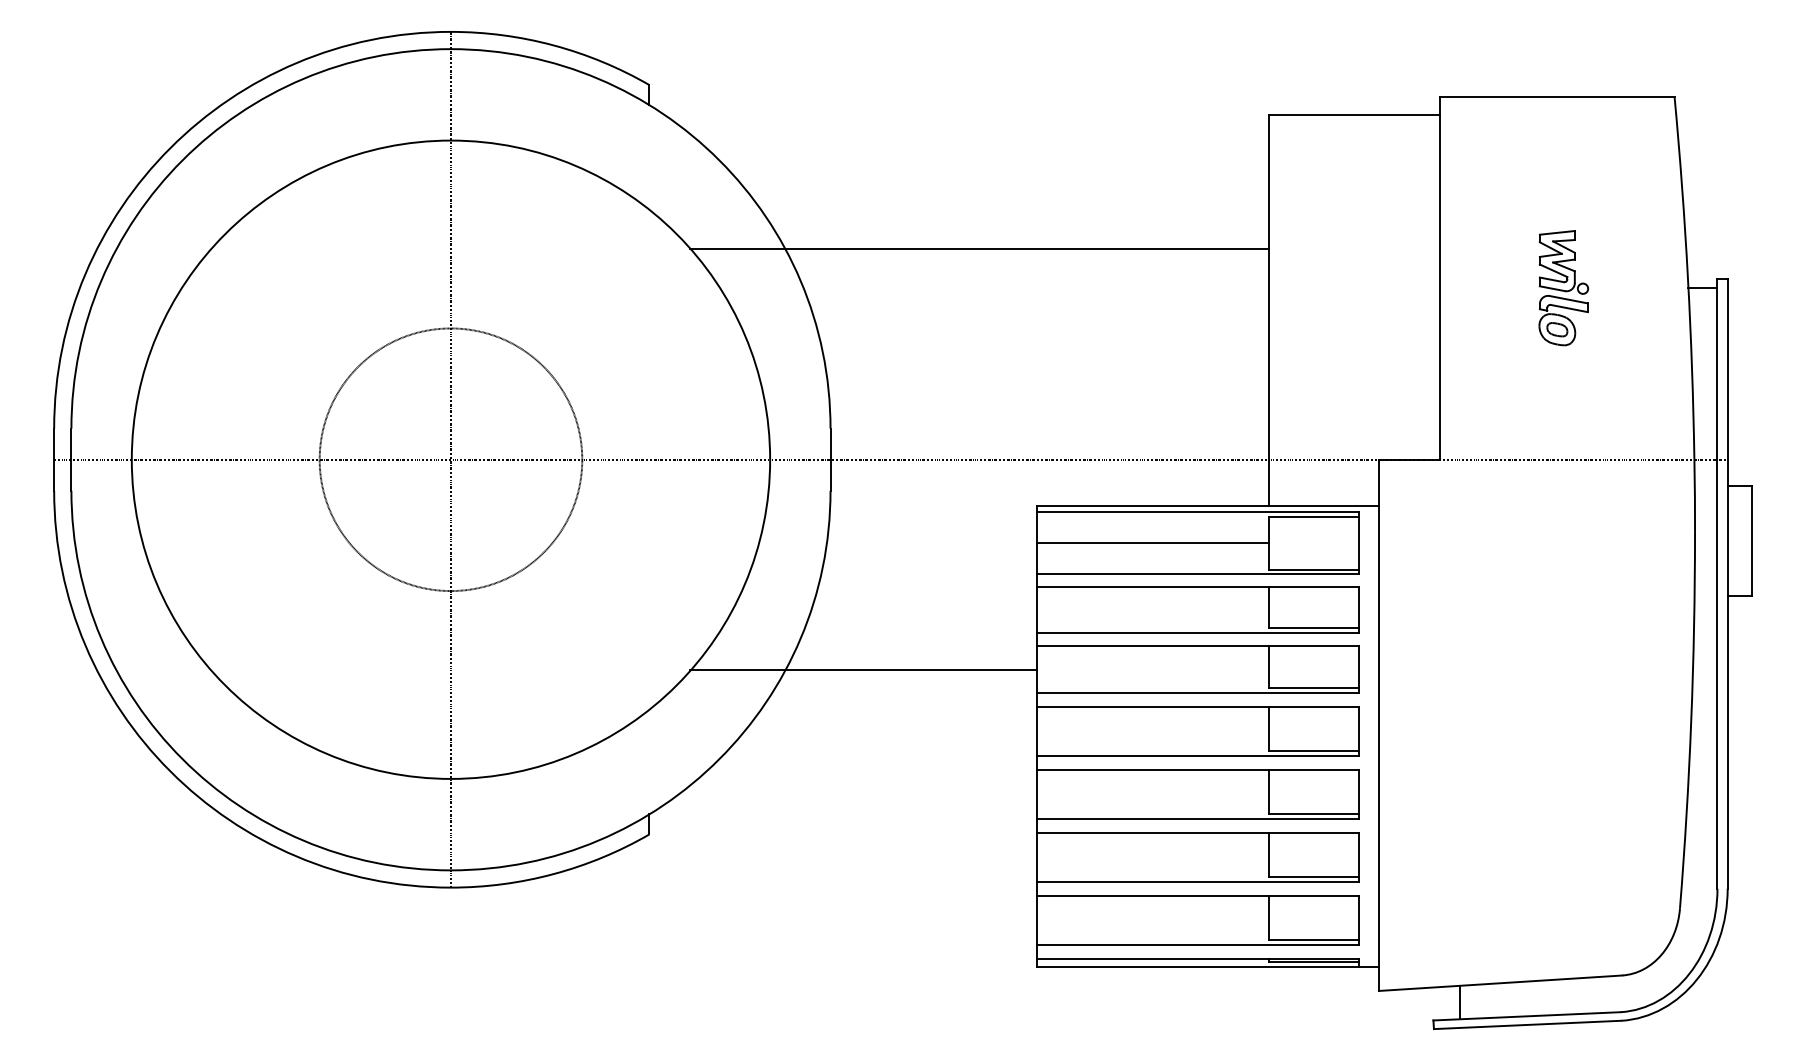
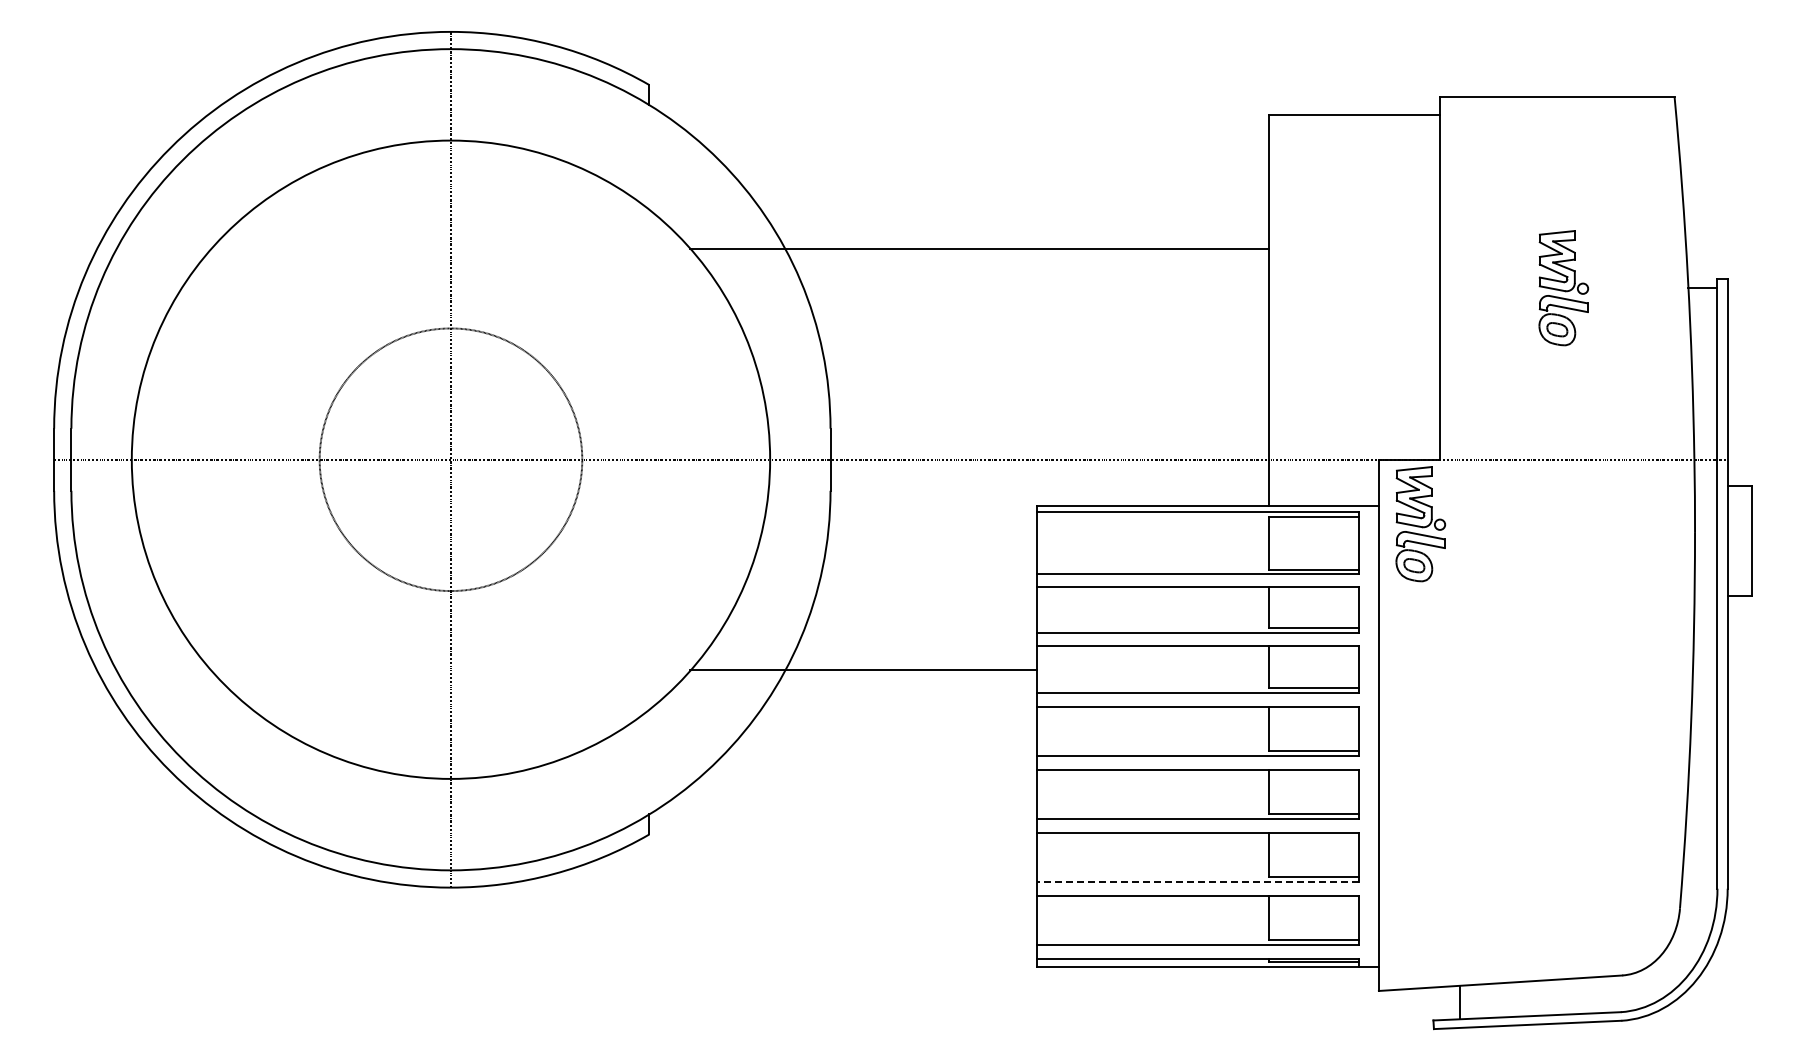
part at (1420, 524): none -> present
line at (1152, 543): present -> none
line at (1197, 881): solid -> dashed
